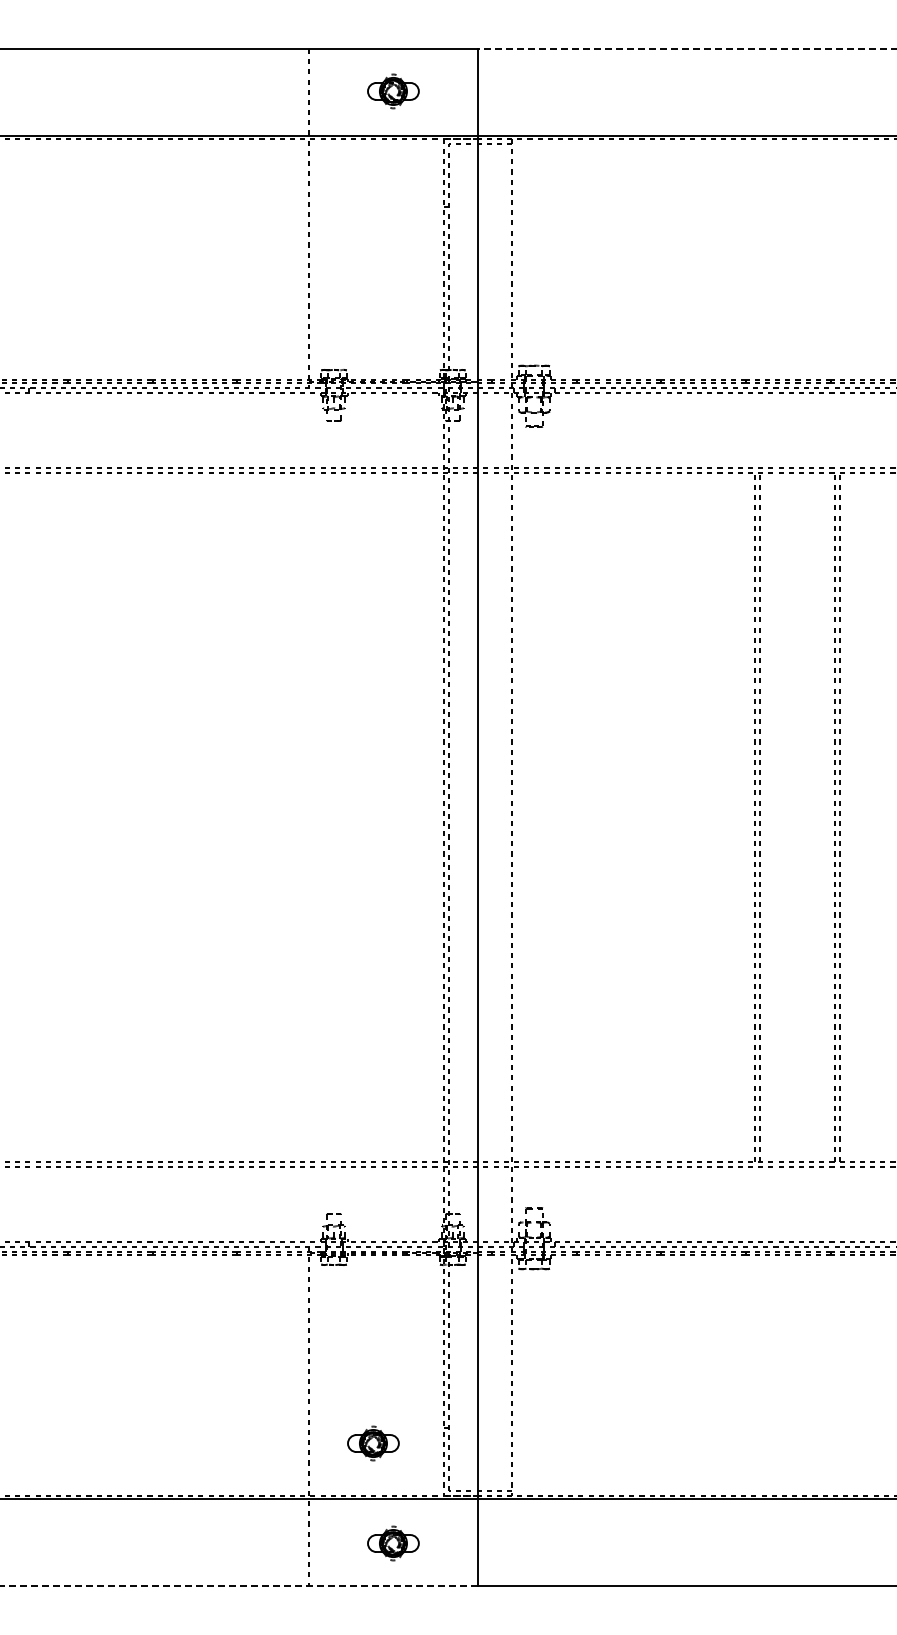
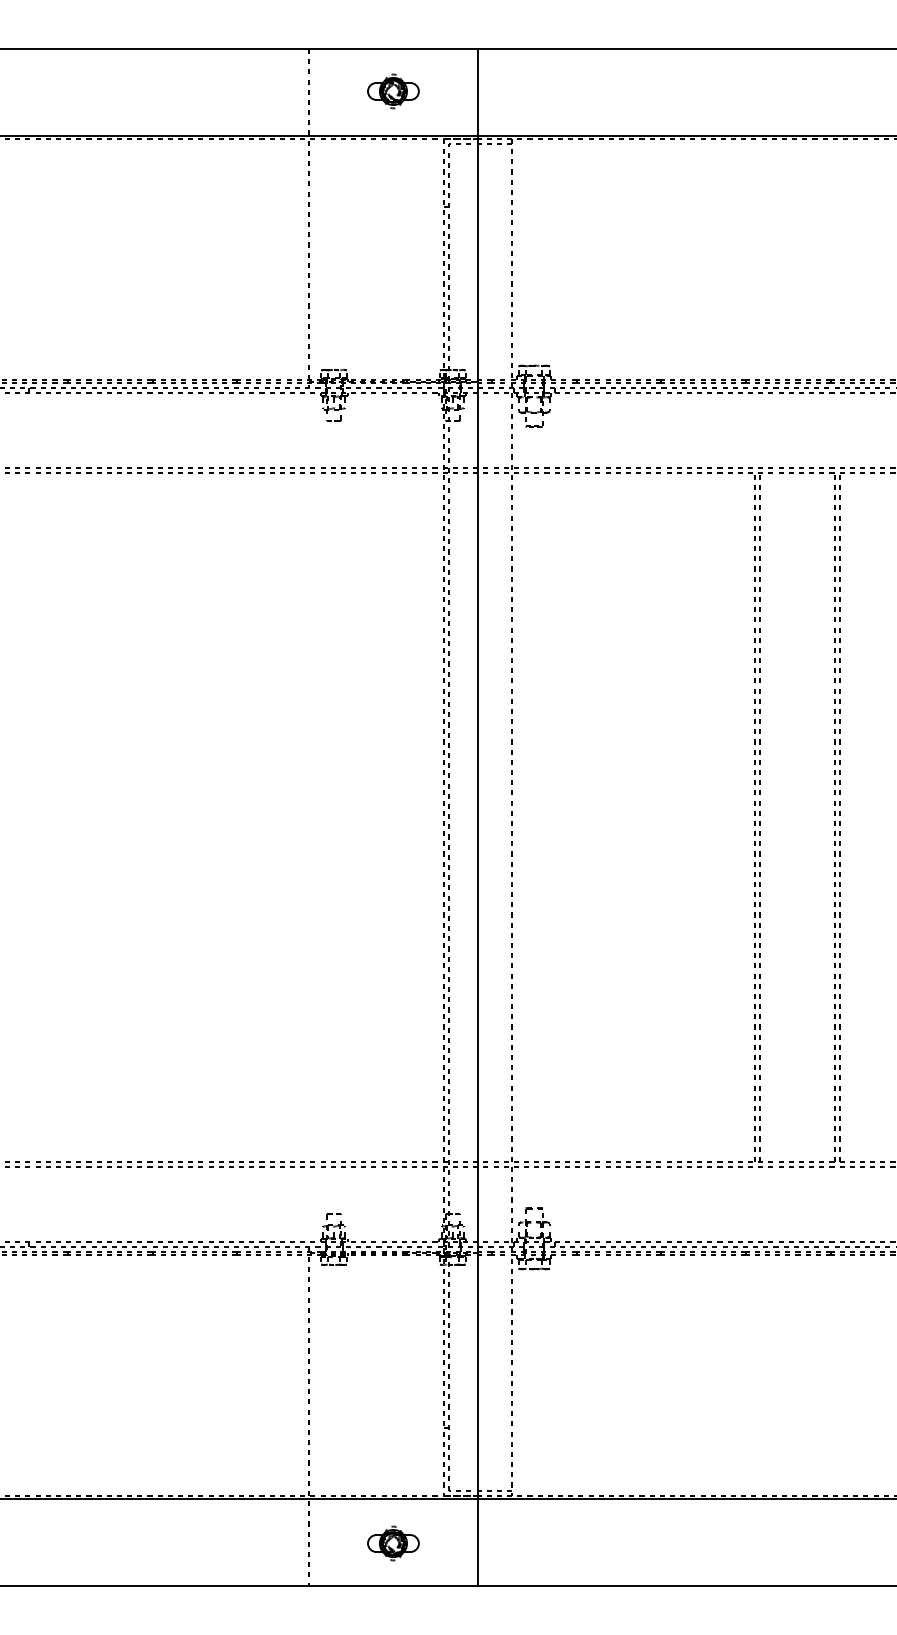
line at (687, 49): dashed -> solid
part at (373, 1443): present -> none
line at (239, 1585): dashed -> solid
